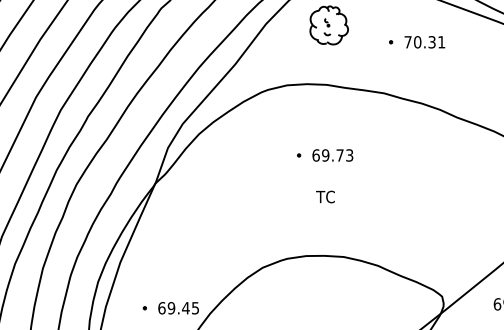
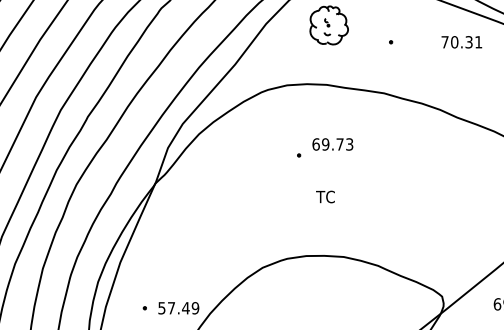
text at (424, 42) position: (424, 42) -> (461, 42)
text at (332, 155) position: (332, 155) -> (332, 144)
text at (178, 308): 69.45 -> 57.49
